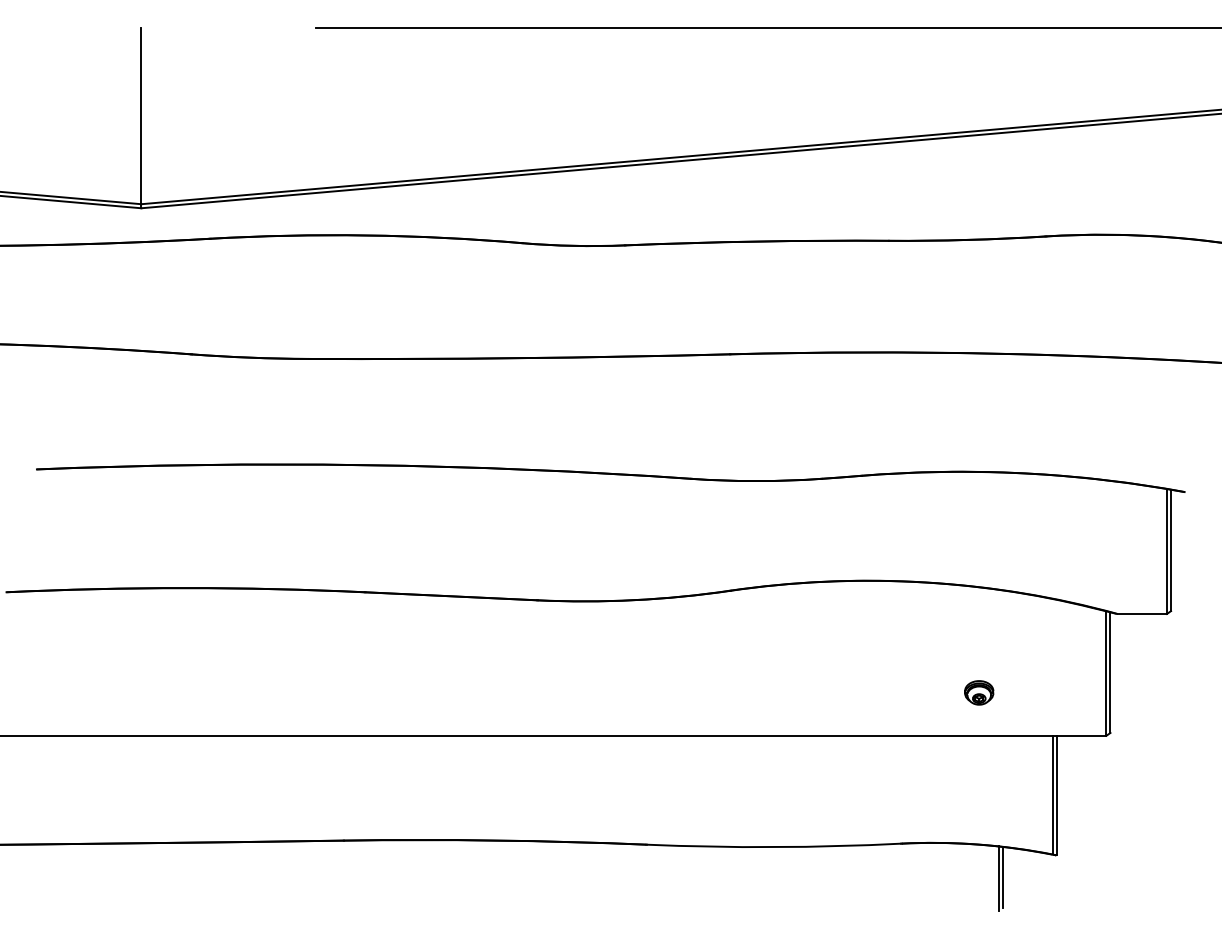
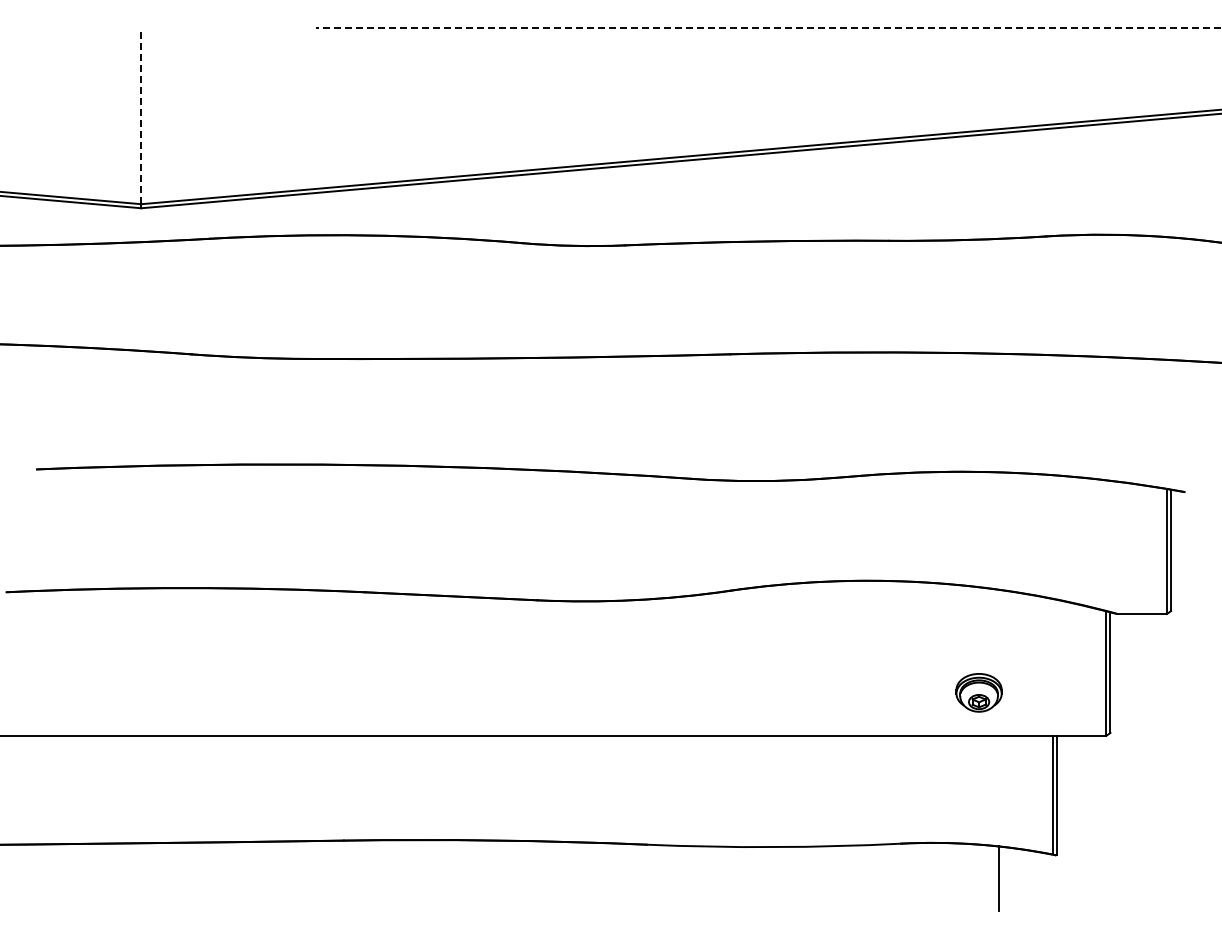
line at (768, 27): solid -> dashed
line at (141, 115): solid -> dashed
part at (979, 692) size: 31x26 px -> 48x40 px
line at (1002, 877): present -> none
